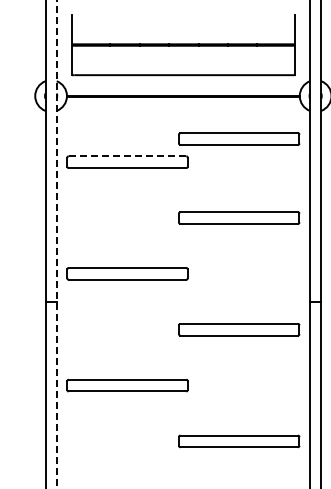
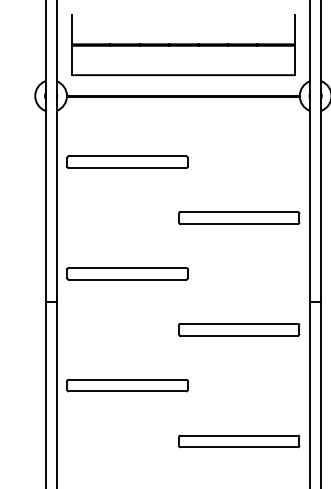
part at (239, 138): present -> none
line at (127, 156): dashed -> solid
line at (56, 244): dashed -> solid
